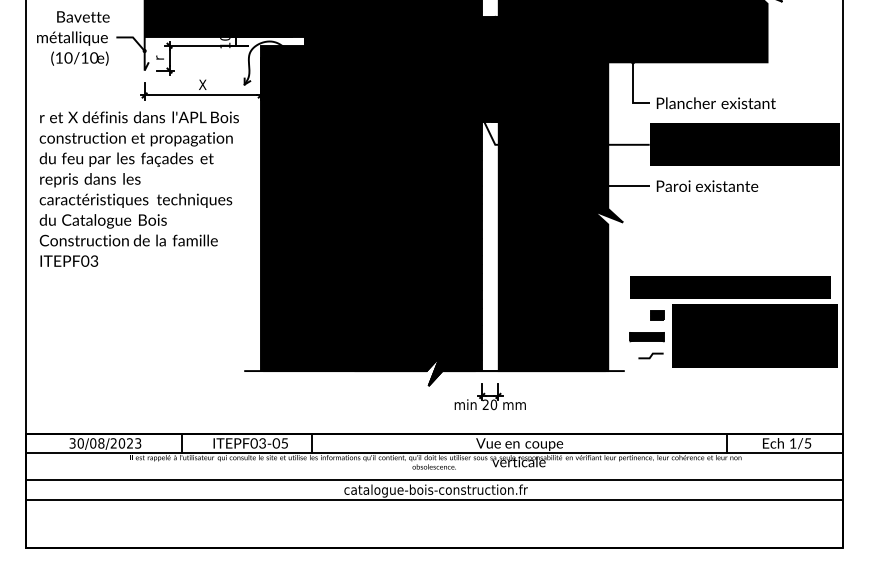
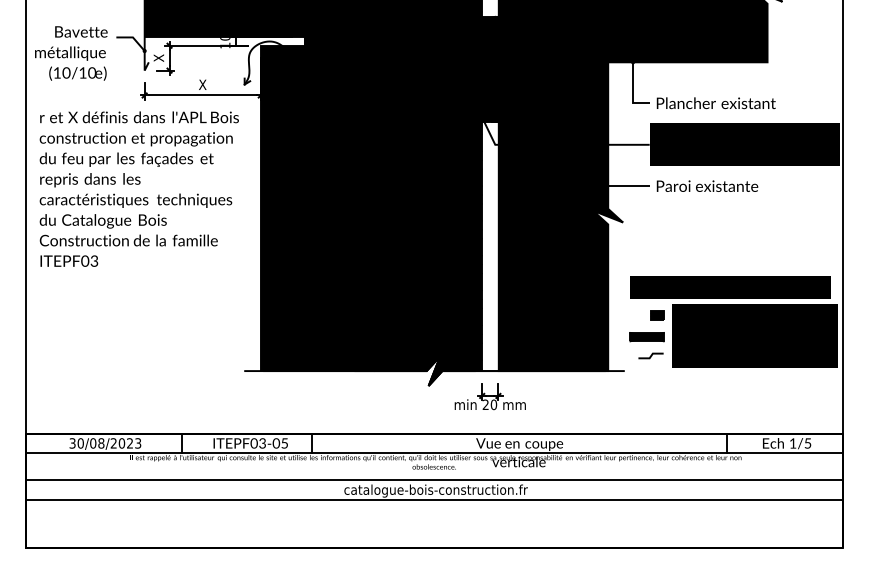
text at (73, 38) position: (73, 38) -> (71, 53)
text at (158, 57): r -> X
